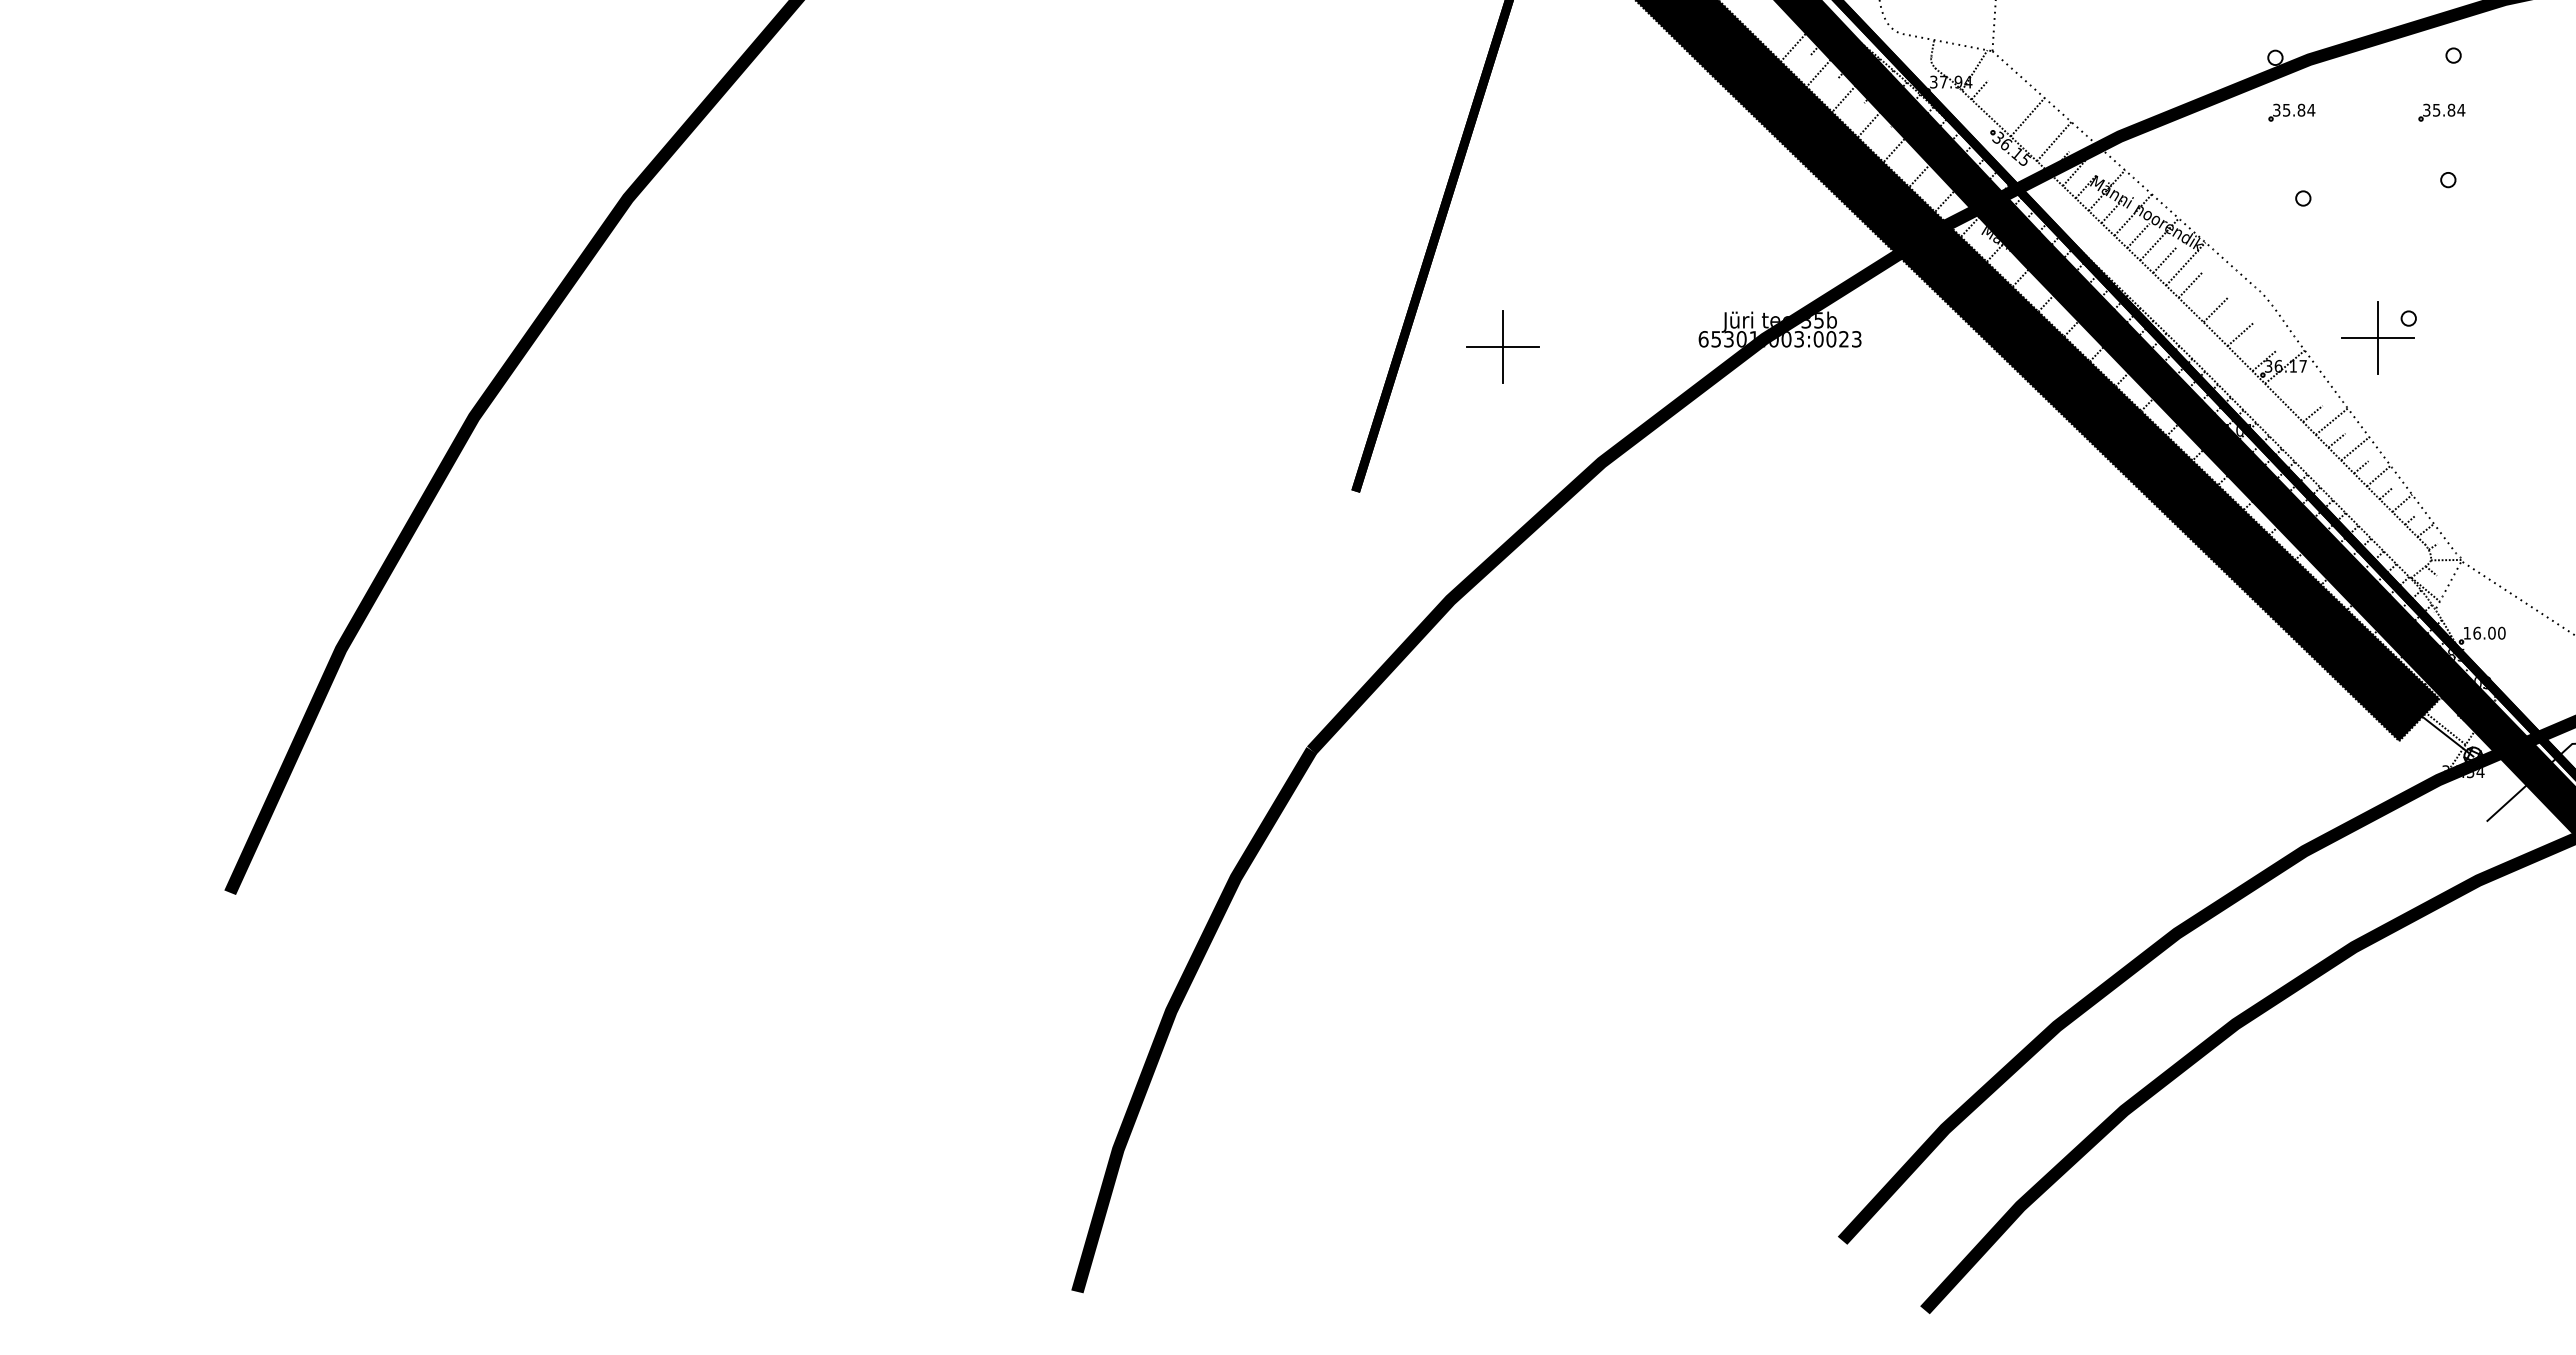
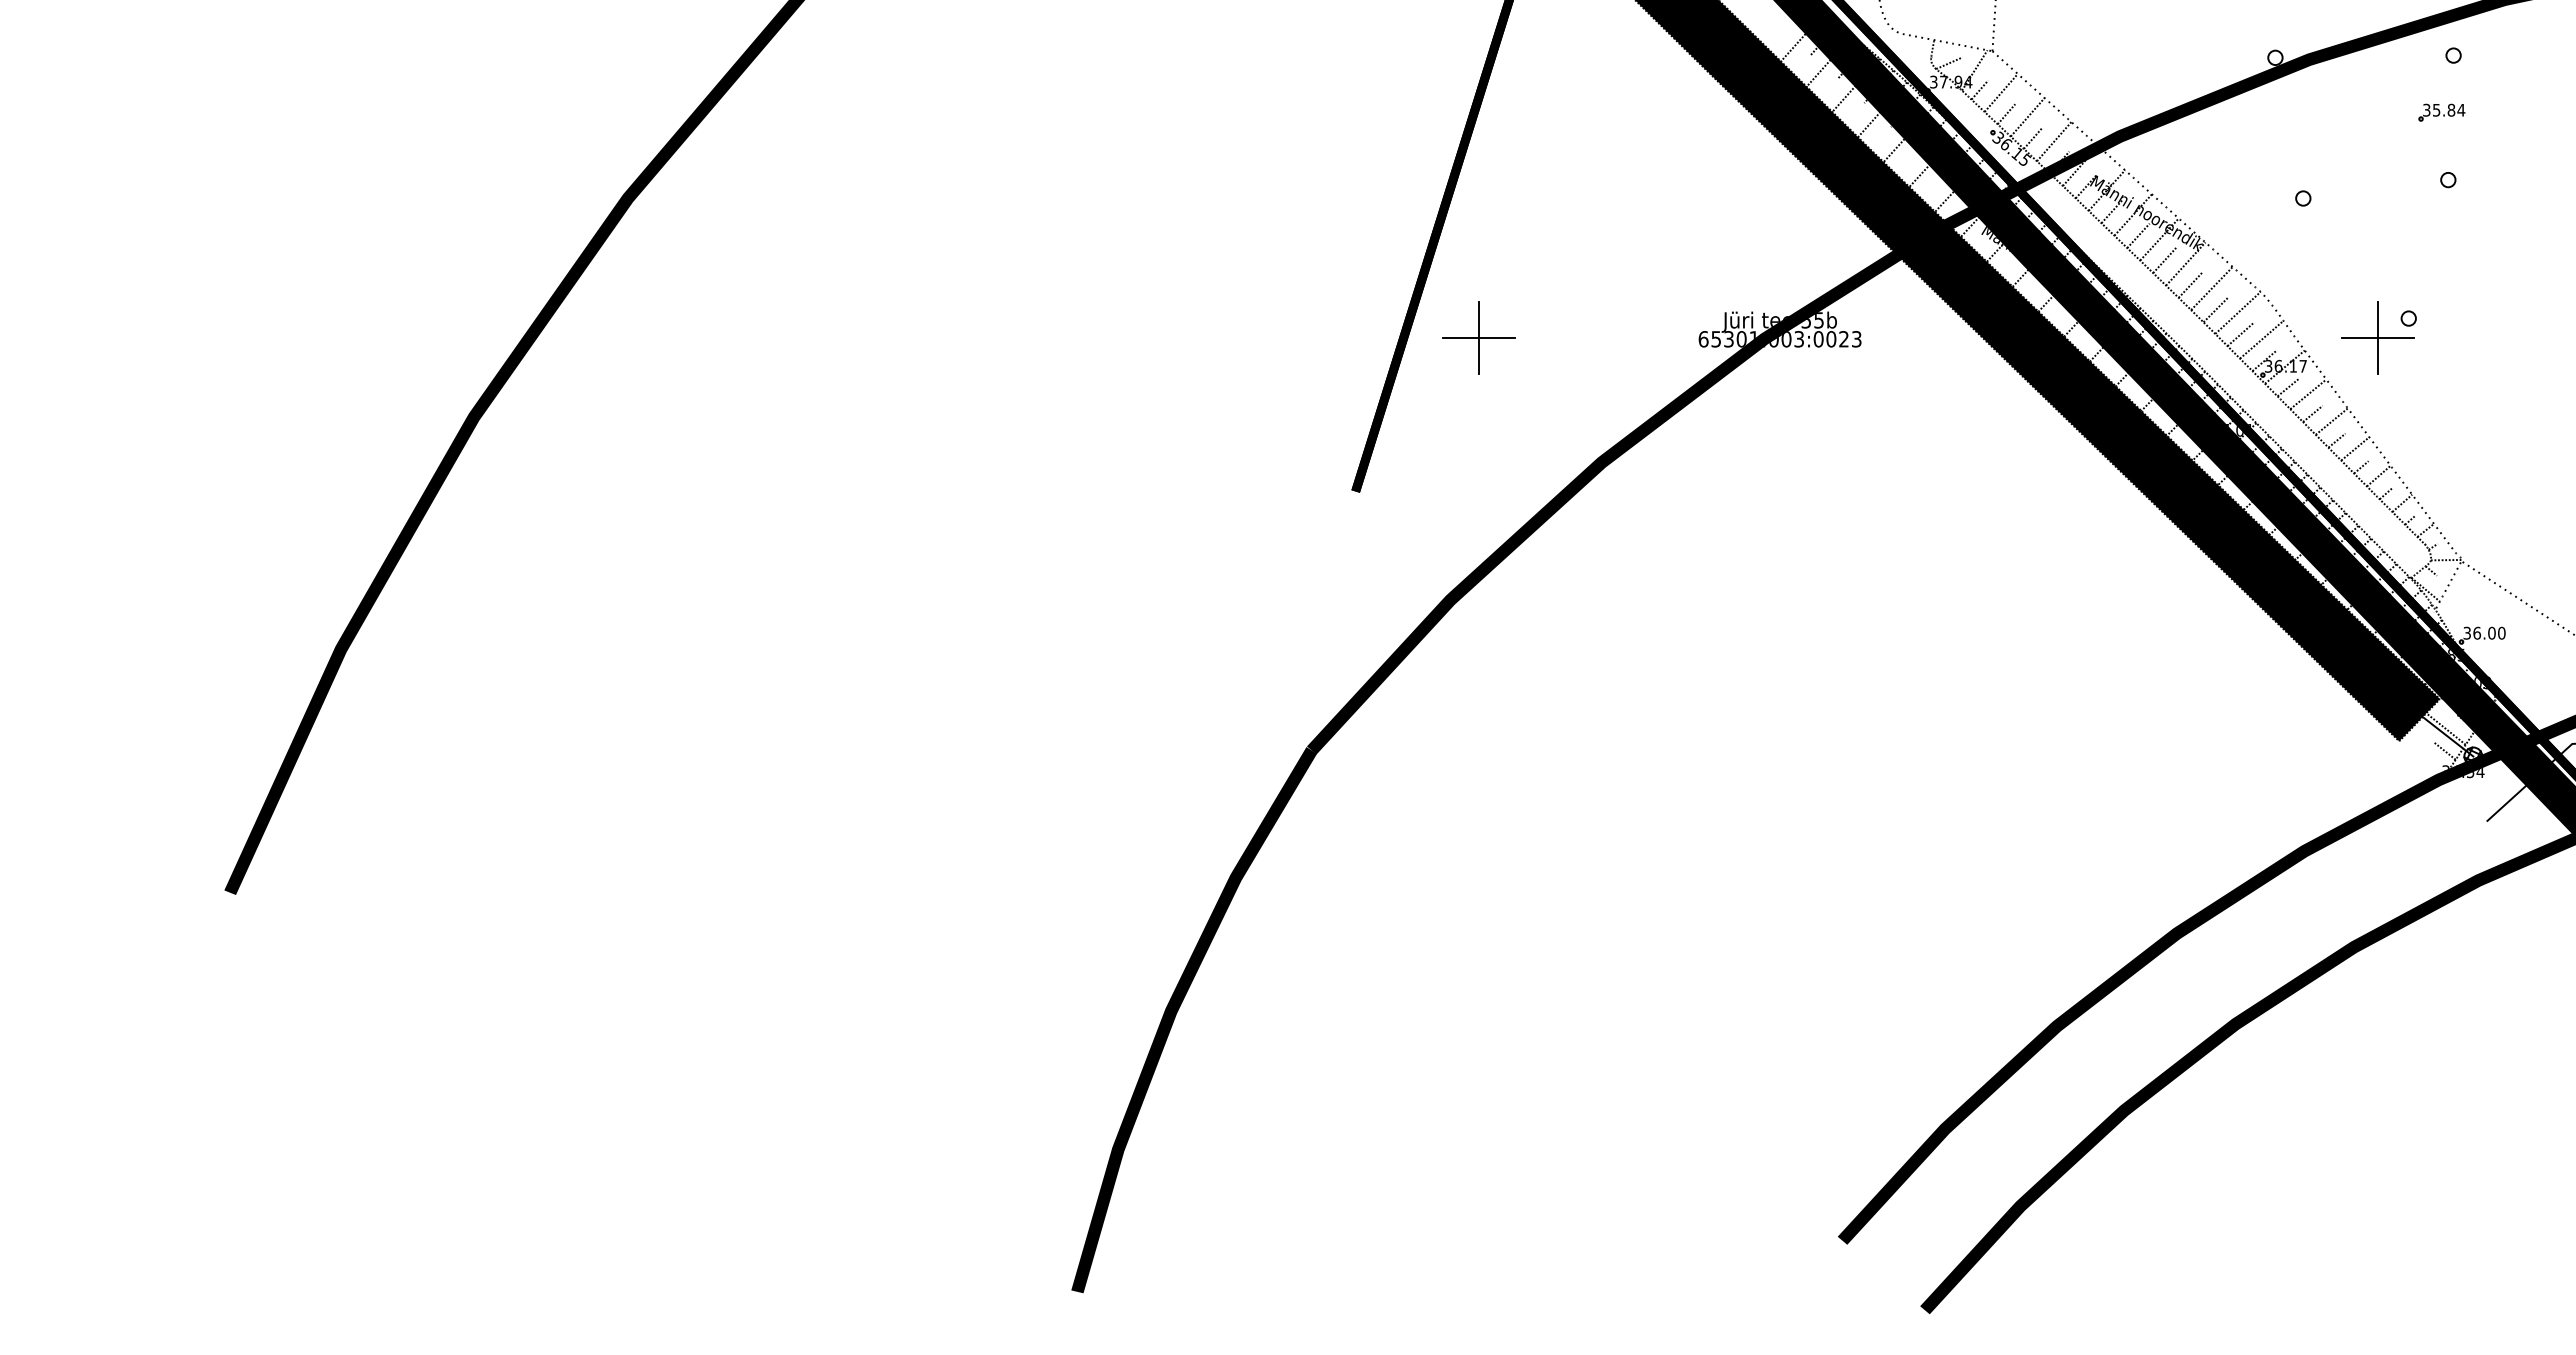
line at (1949, 63): none -> present
line at (2000, 92): none -> present
part at (2291, 112): present -> none
line at (2006, 114): none -> present
line at (2032, 137): none -> present
line at (2211, 288): none -> present
line at (2237, 312): none -> present
text at (1808, 322): 35b -> 55b
line at (2261, 339): none -> present
part at (1502, 346) position: (1502, 346) -> (1478, 337)
line at (2288, 387): none -> present
line at (2308, 394): none -> present
text at (2466, 632): 16.00 -> 36.00
line at (2444, 750): none -> present
